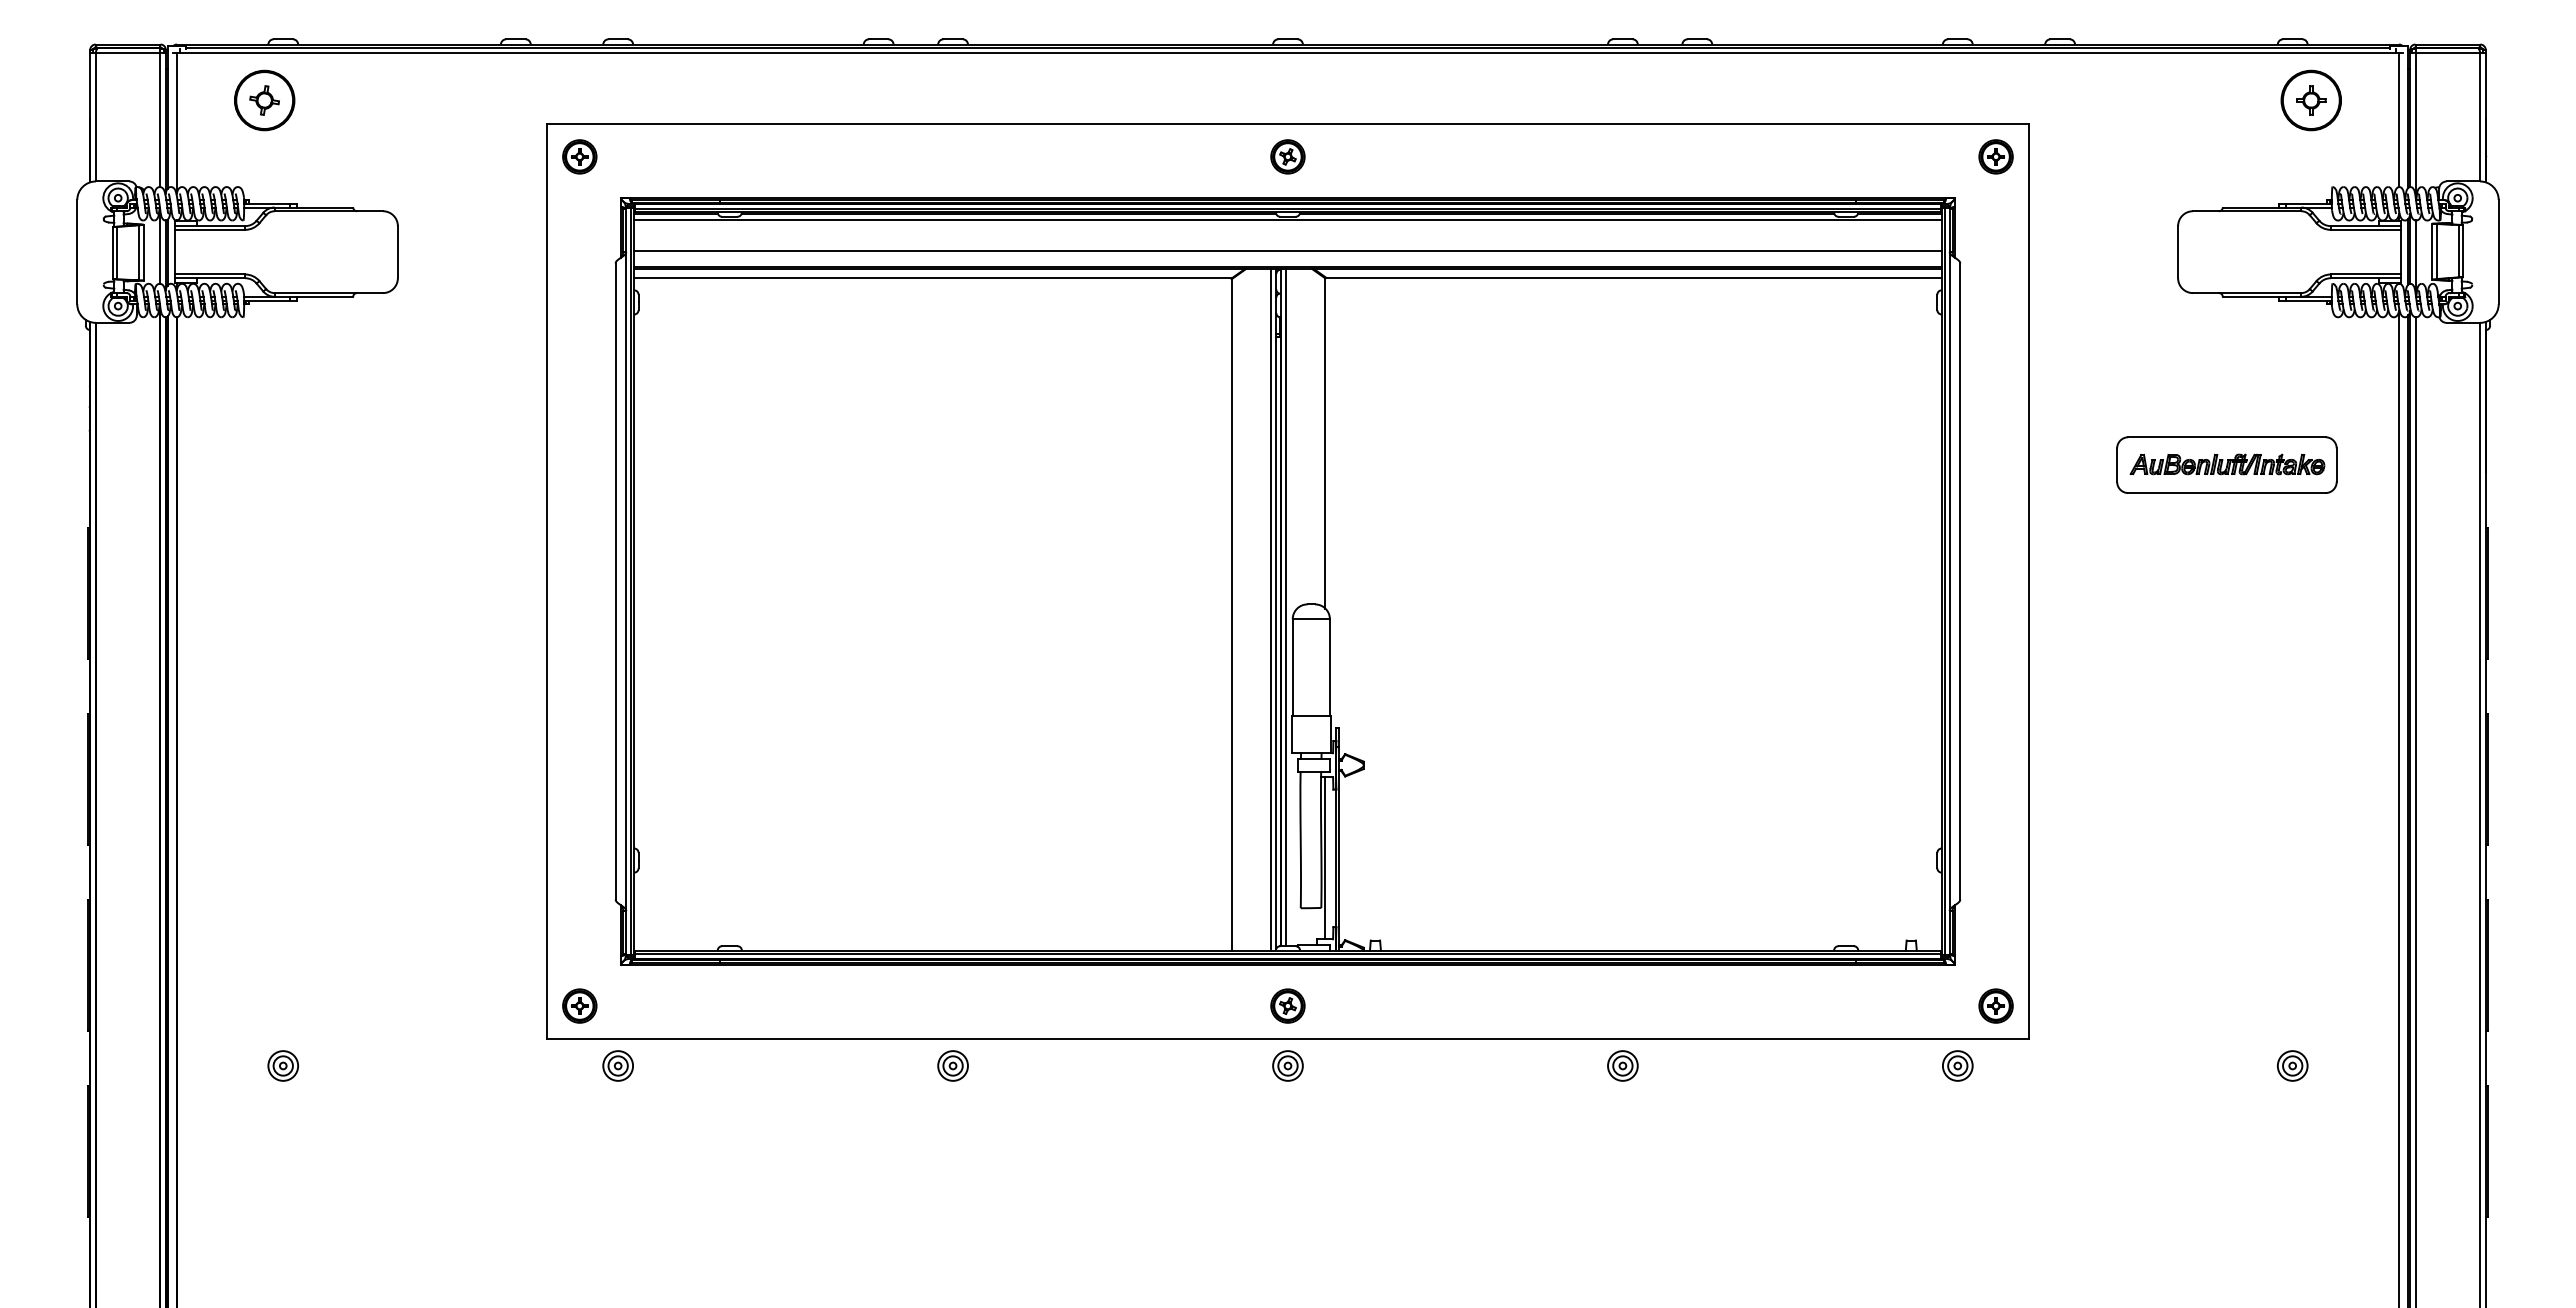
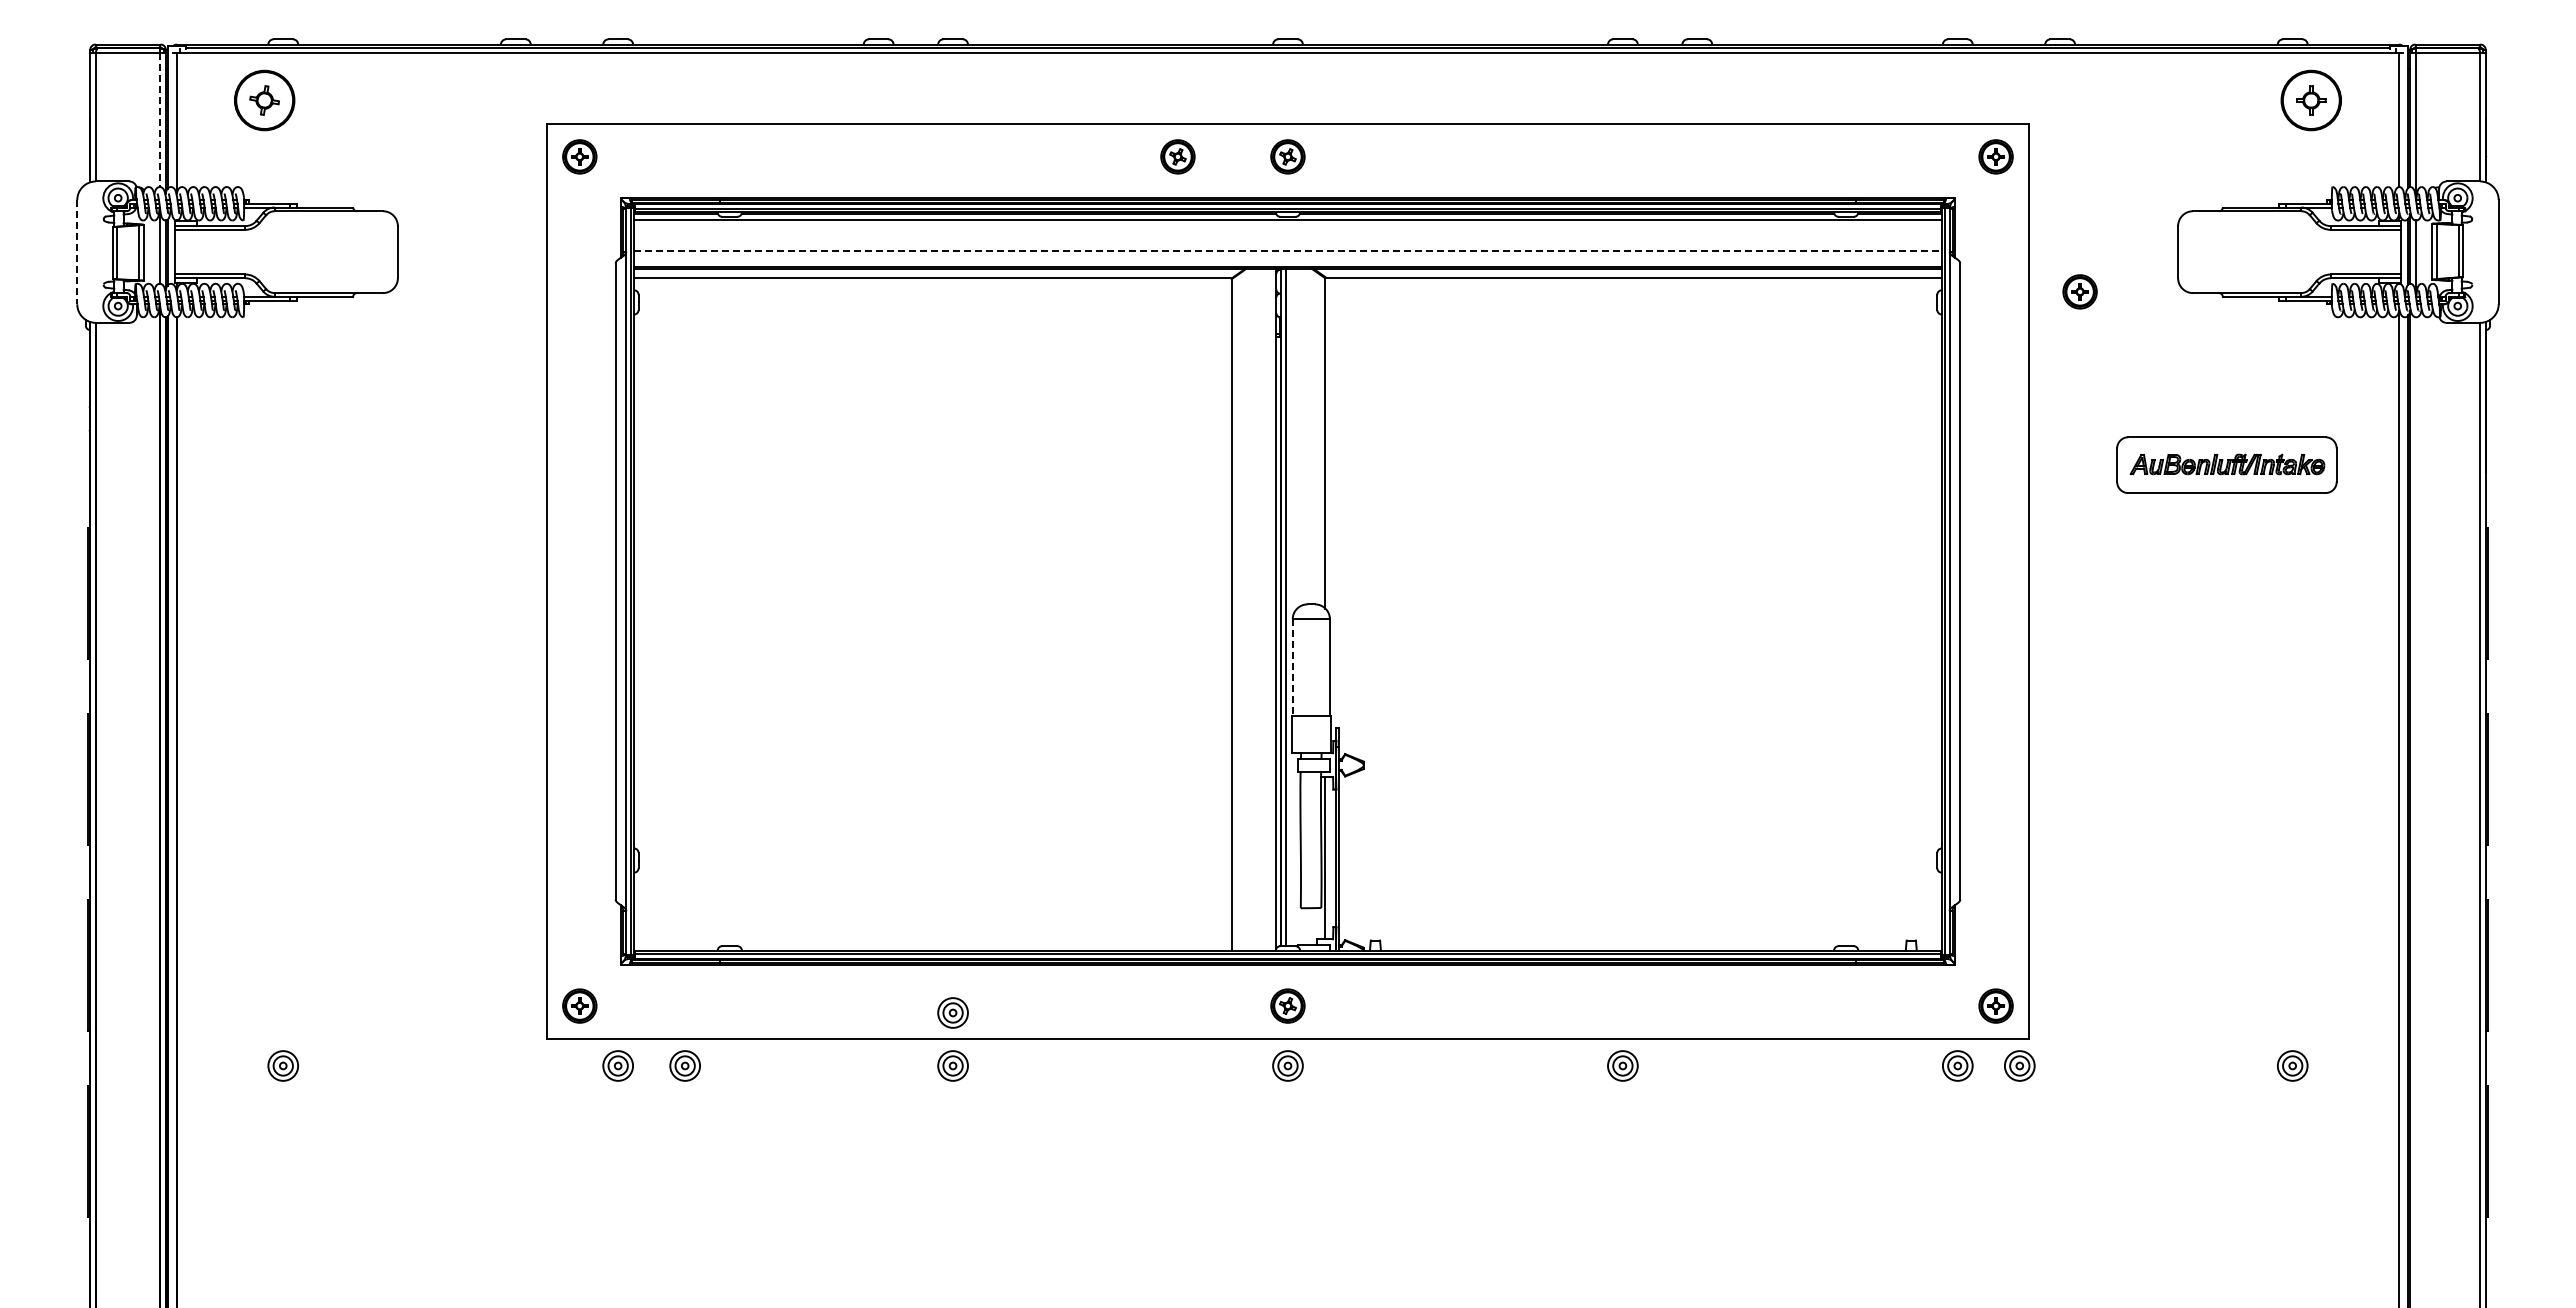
line at (160, 120): solid -> dashed
part at (1177, 156): none -> present
line at (1287, 251): solid -> dashed
line at (77, 252): solid -> dashed
part at (2079, 291): none -> present
line at (1270, 609): present -> none
line at (1292, 668): solid -> dashed
line at (2415, 810): present -> none
part at (952, 1012): none -> present
part at (684, 1065): none -> present
part at (2019, 1065): none -> present
